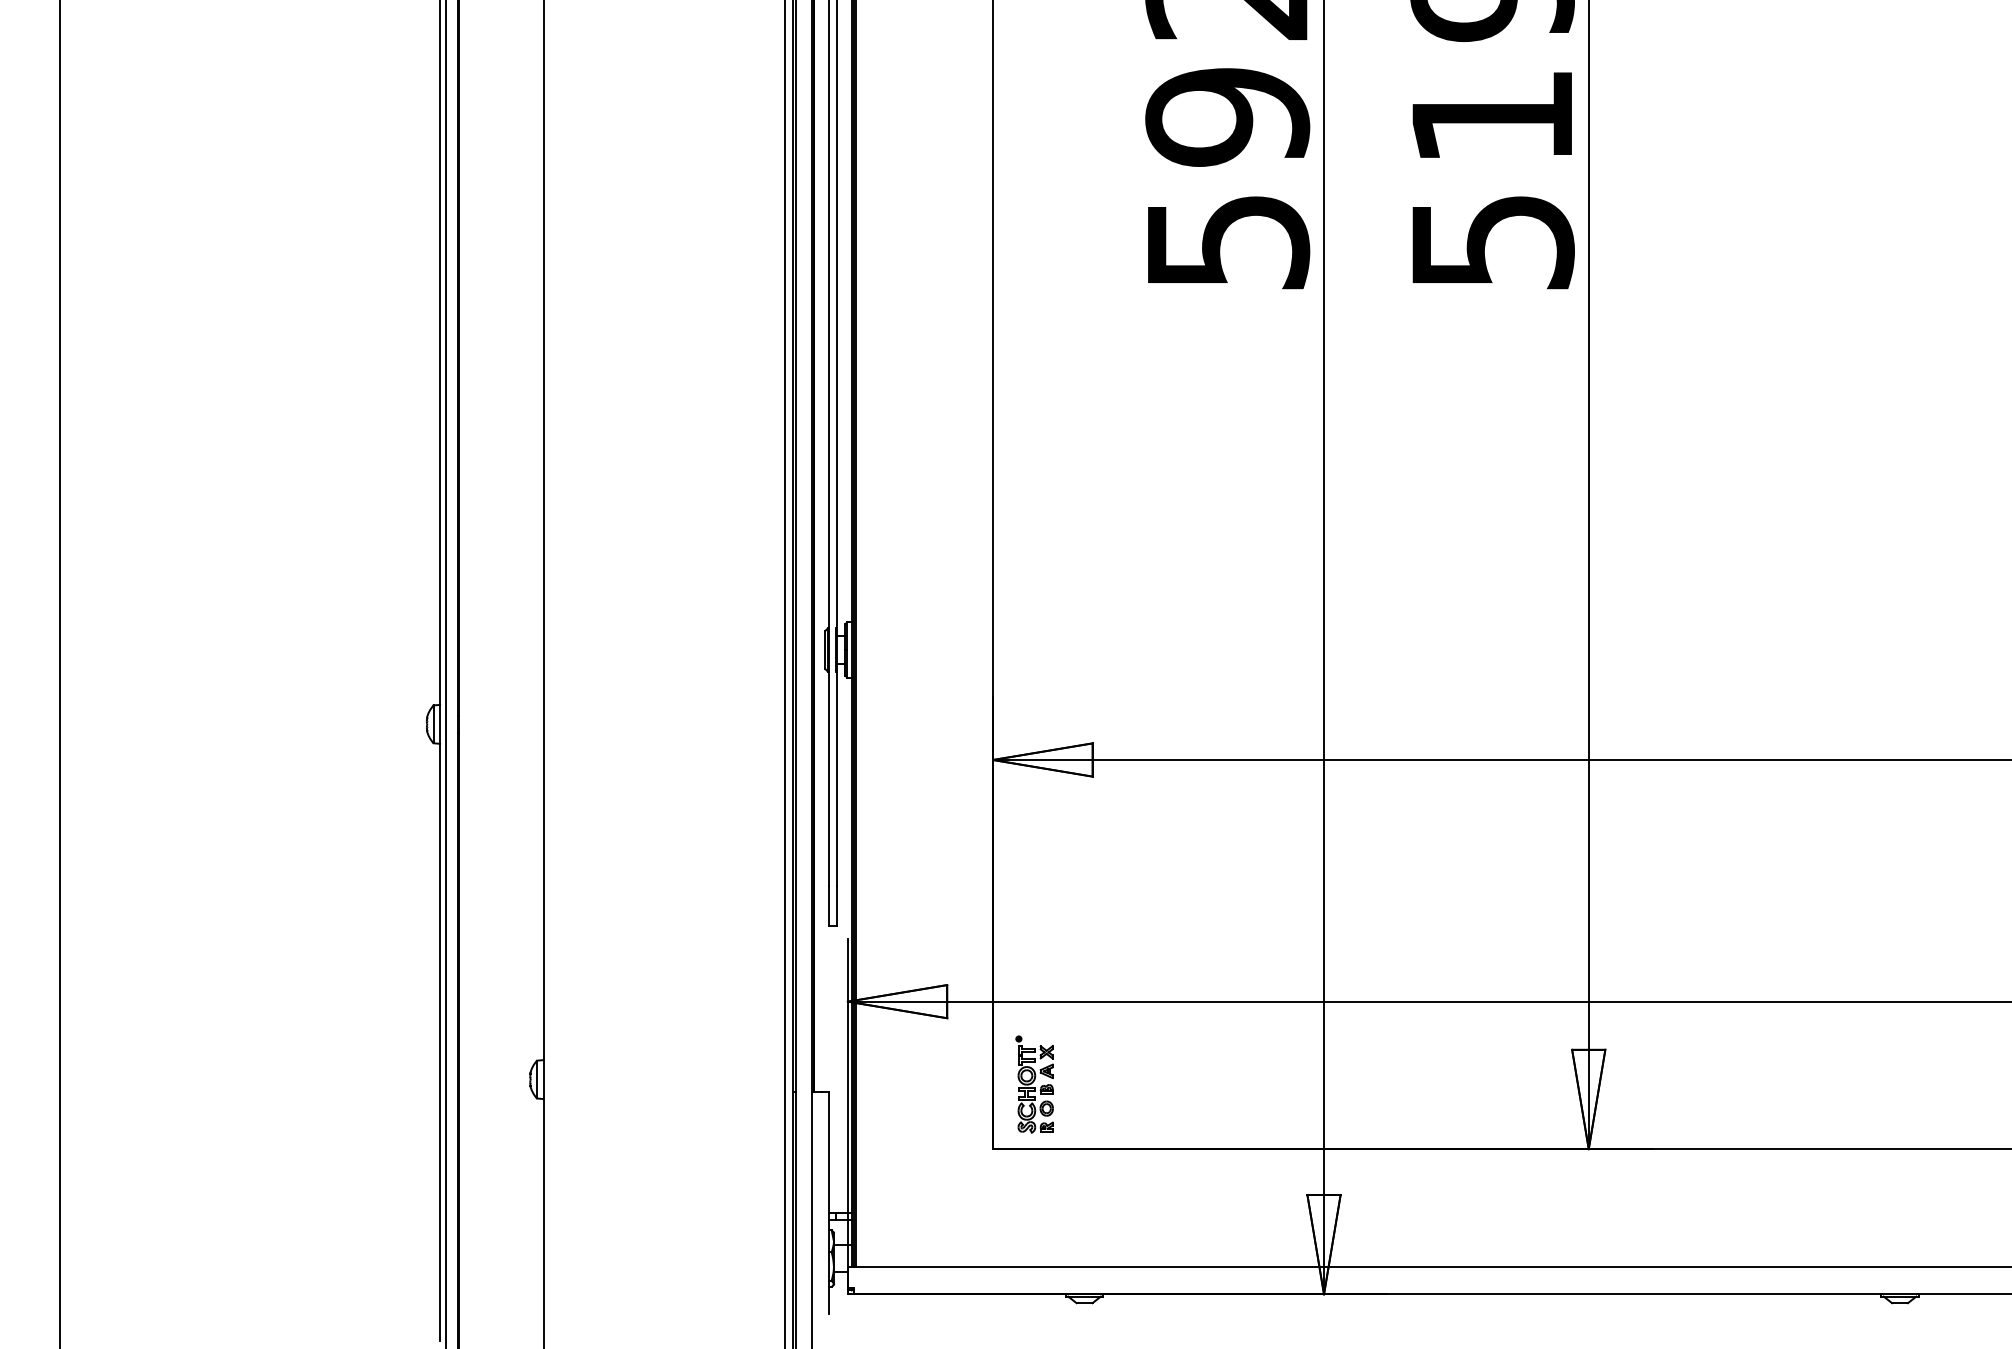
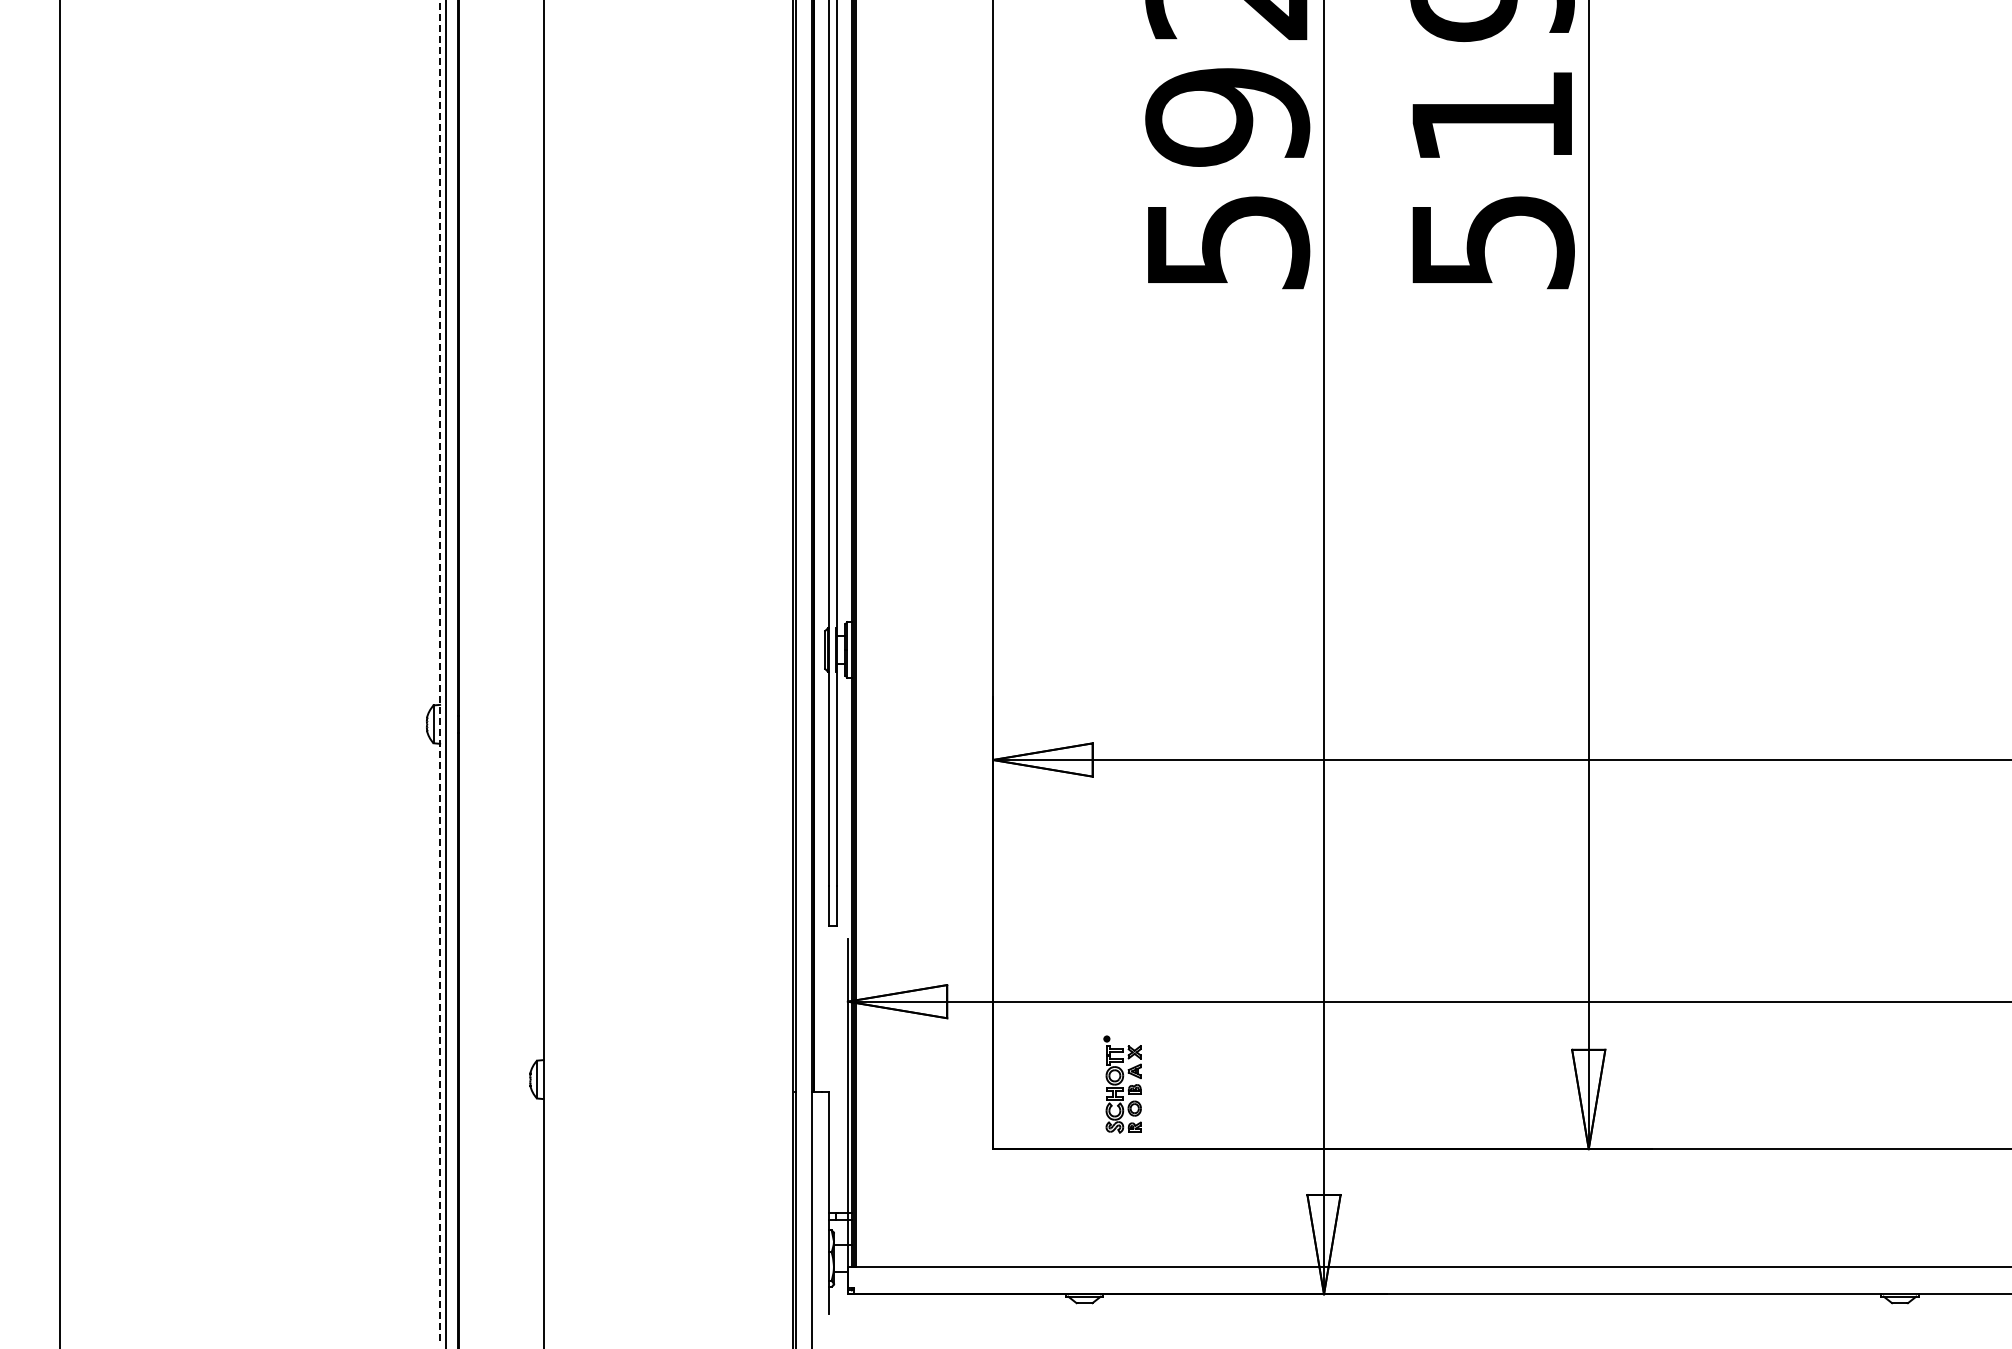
line at (440, 670): solid -> dashed
line at (785, 673): present -> none
part at (1034, 1084) position: (1034, 1084) -> (1122, 1084)
